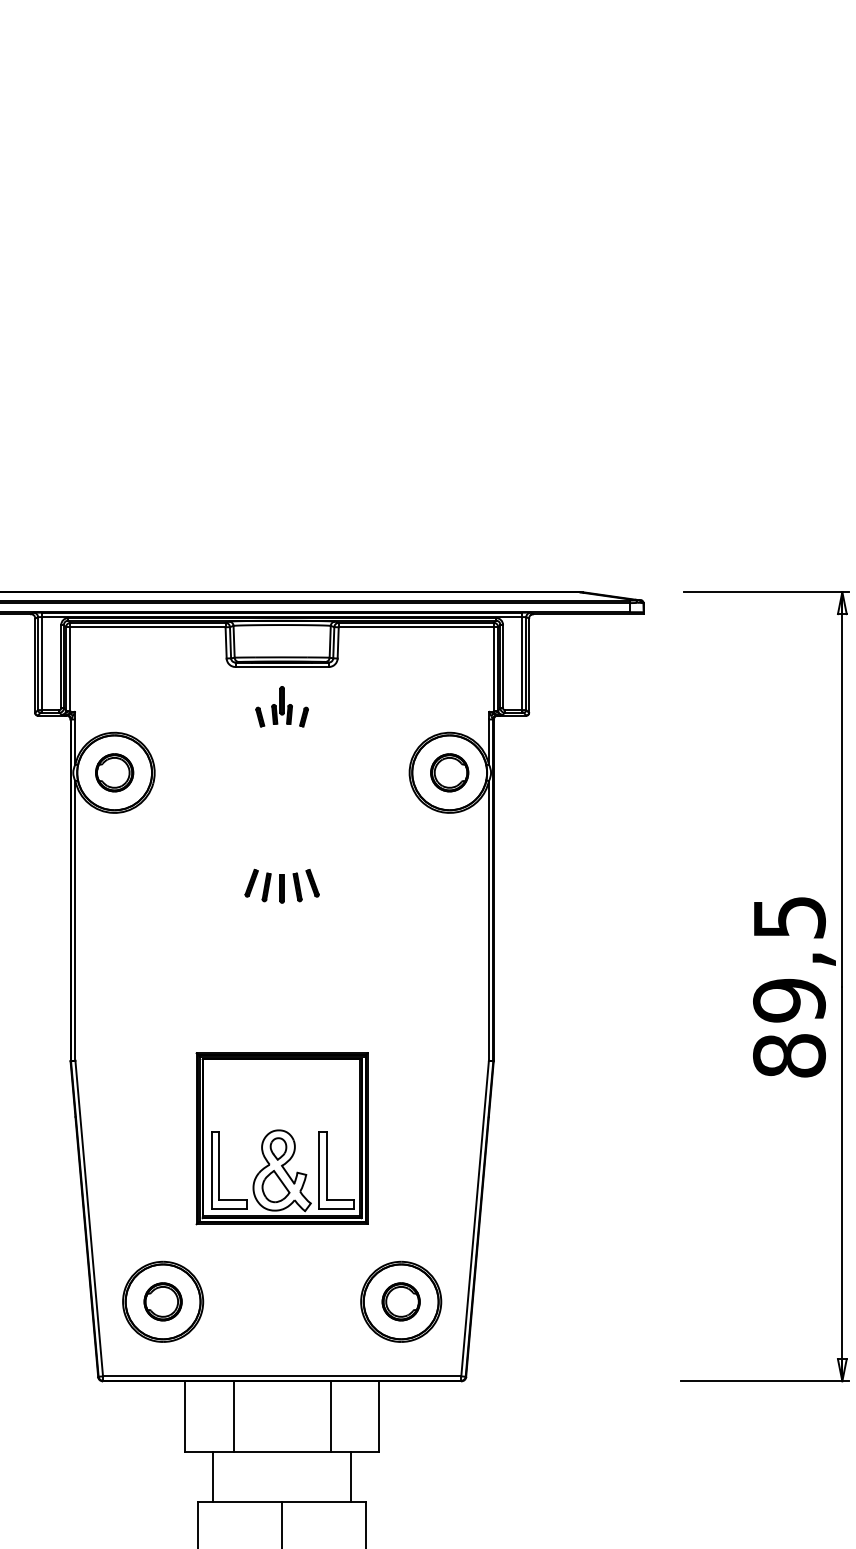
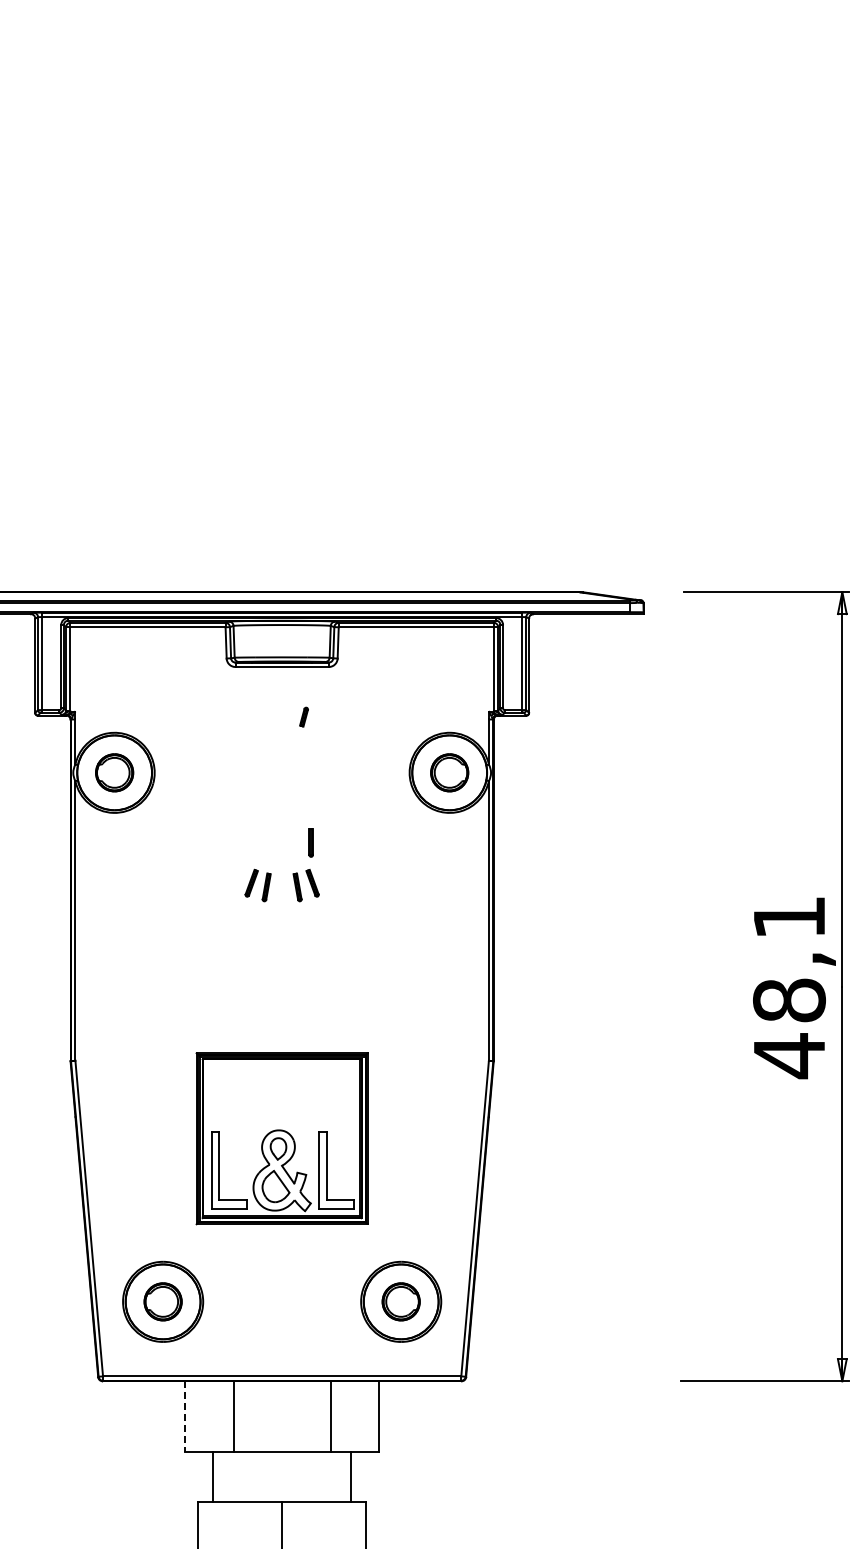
part at (273, 706): present -> none
part at (281, 888) position: (281, 888) -> (310, 842)
text at (789, 988): 89,5 -> 48,1
line at (185, 1417): solid -> dashed
